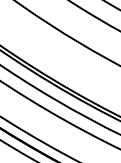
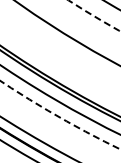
arc at (94, 16): solid -> dashed
arc at (59, 117): solid -> dashed
